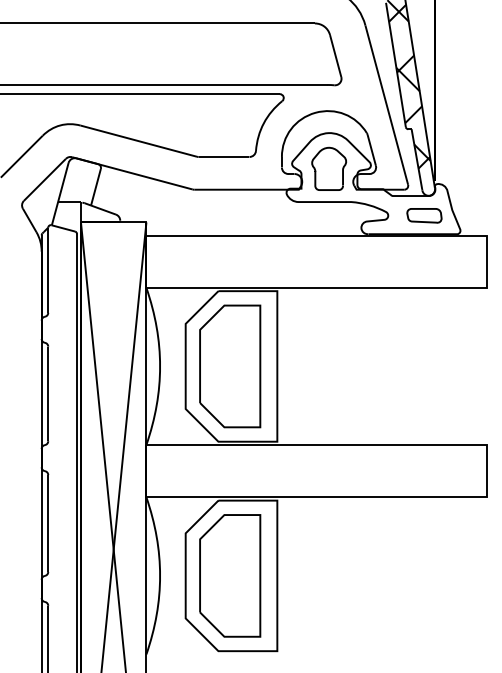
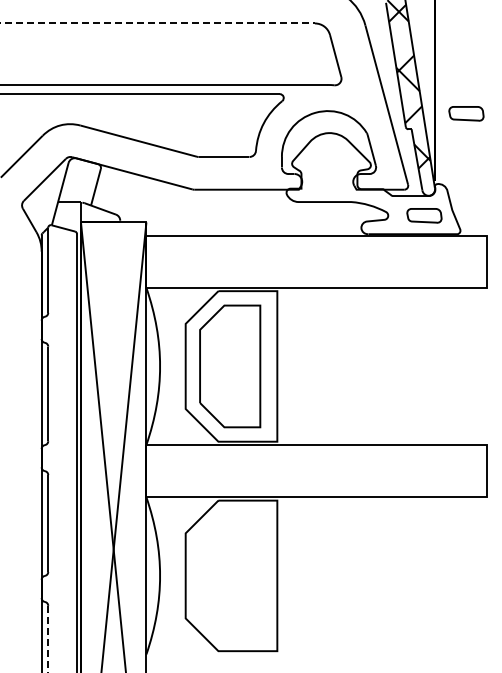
line at (158, 23): solid -> dashed
part at (466, 113): none -> present
curve at (342, 168): present -> none
part at (230, 575): present -> none
line at (48, 639): solid -> dashed
